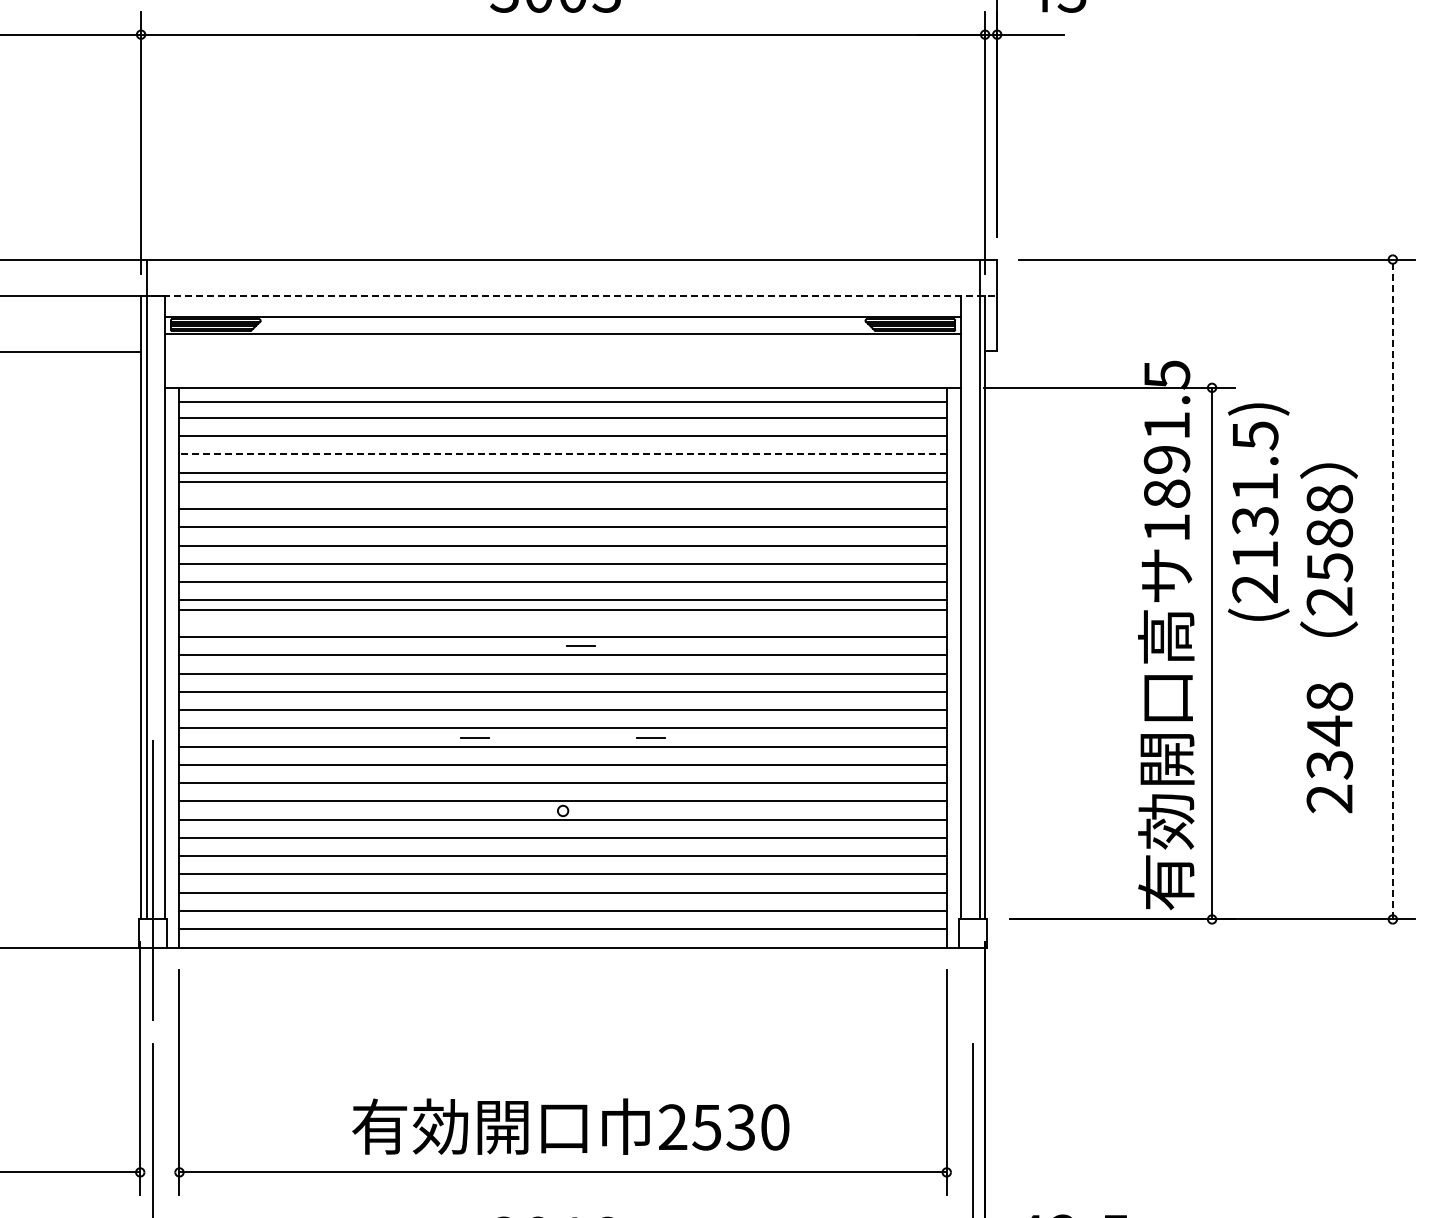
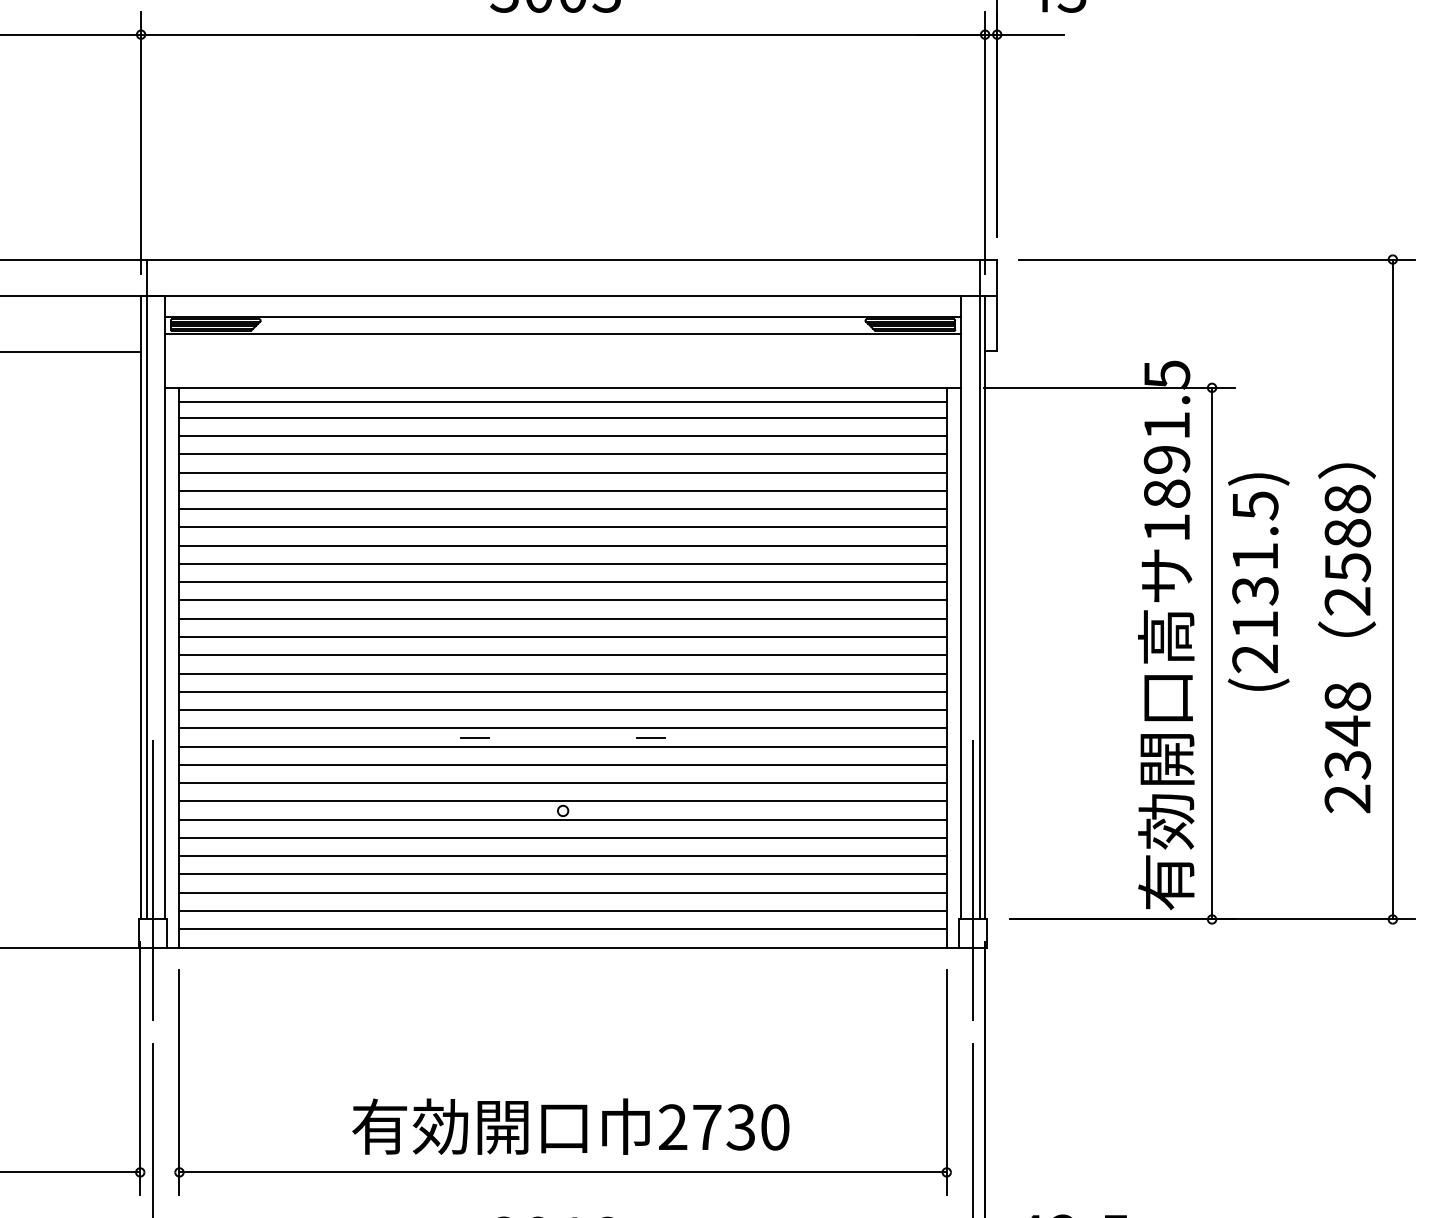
line at (569, 296): dashed -> solid
line at (563, 454): dashed -> solid
line at (562, 481) position: (562, 481) -> (562, 490)
text at (1258, 511) position: (1258, 511) -> (1258, 581)
line at (1392, 589): dashed -> solid
line at (562, 609) position: (562, 609) -> (562, 618)
text at (1328, 638) position: (1328, 638) -> (1346, 638)
line at (580, 645): present -> none
line at (973, 875): none -> present
text at (706, 1127): 2530 -> 2730
